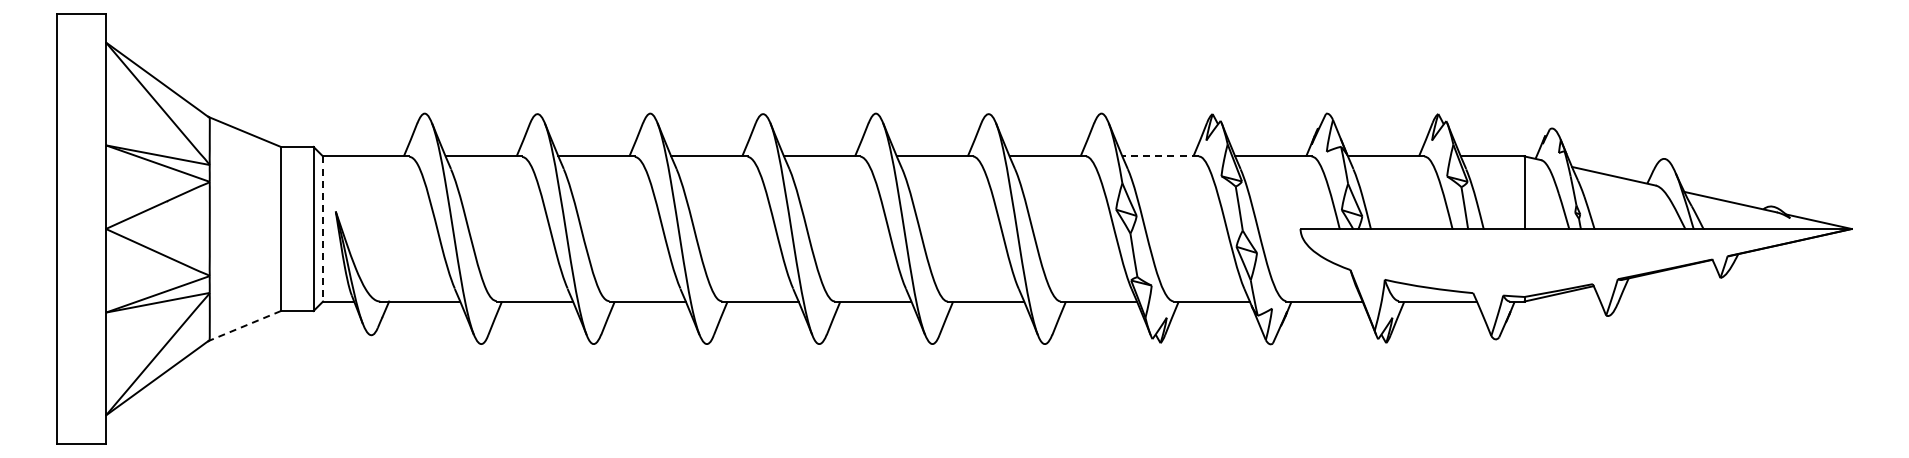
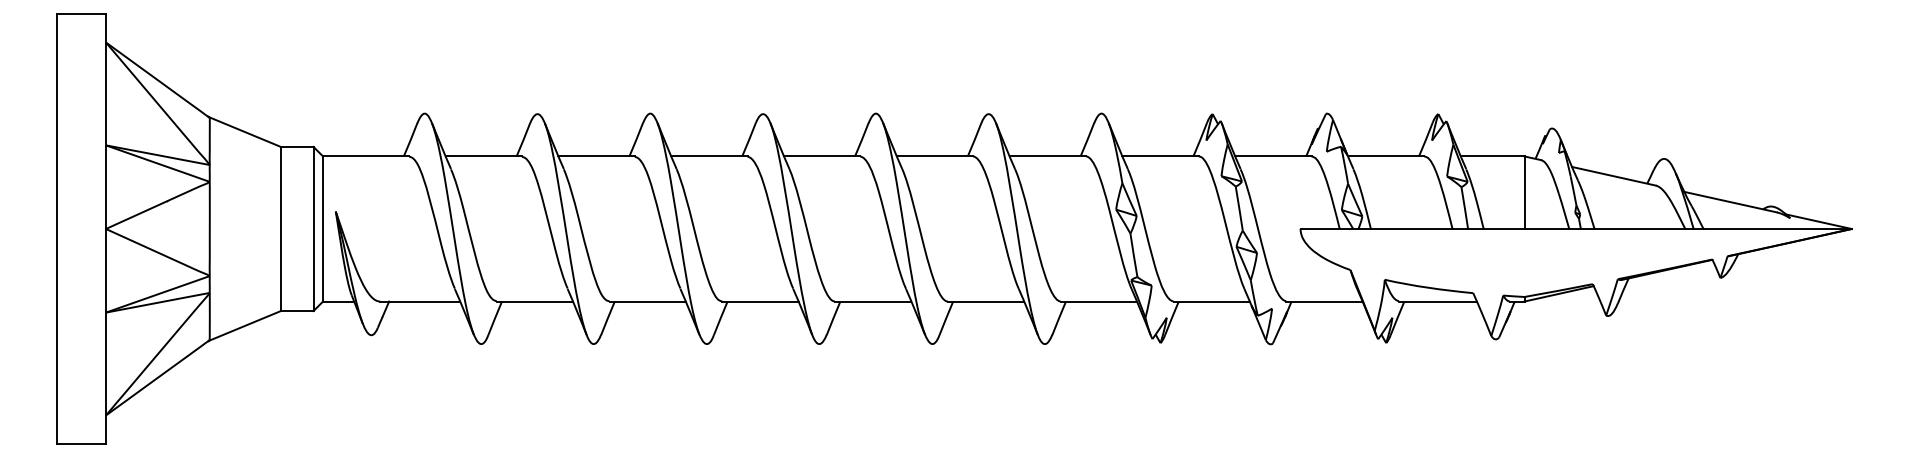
line at (1160, 156): dashed -> solid
line at (323, 229): dashed -> solid
line at (245, 325): dashed -> solid
